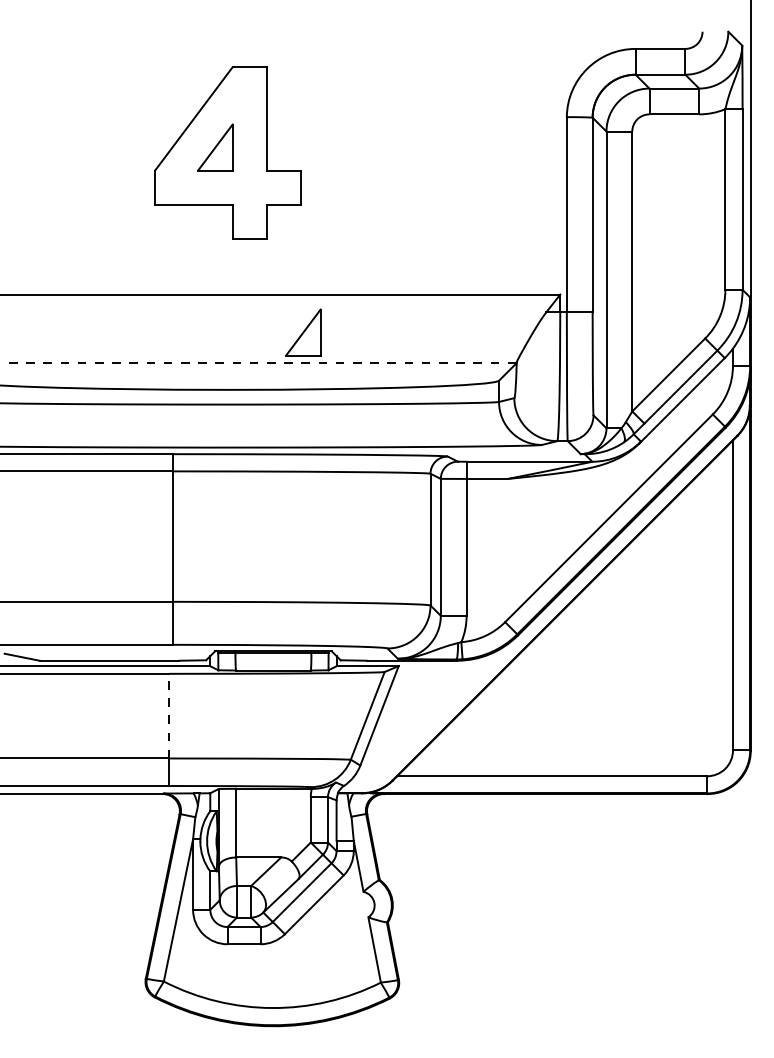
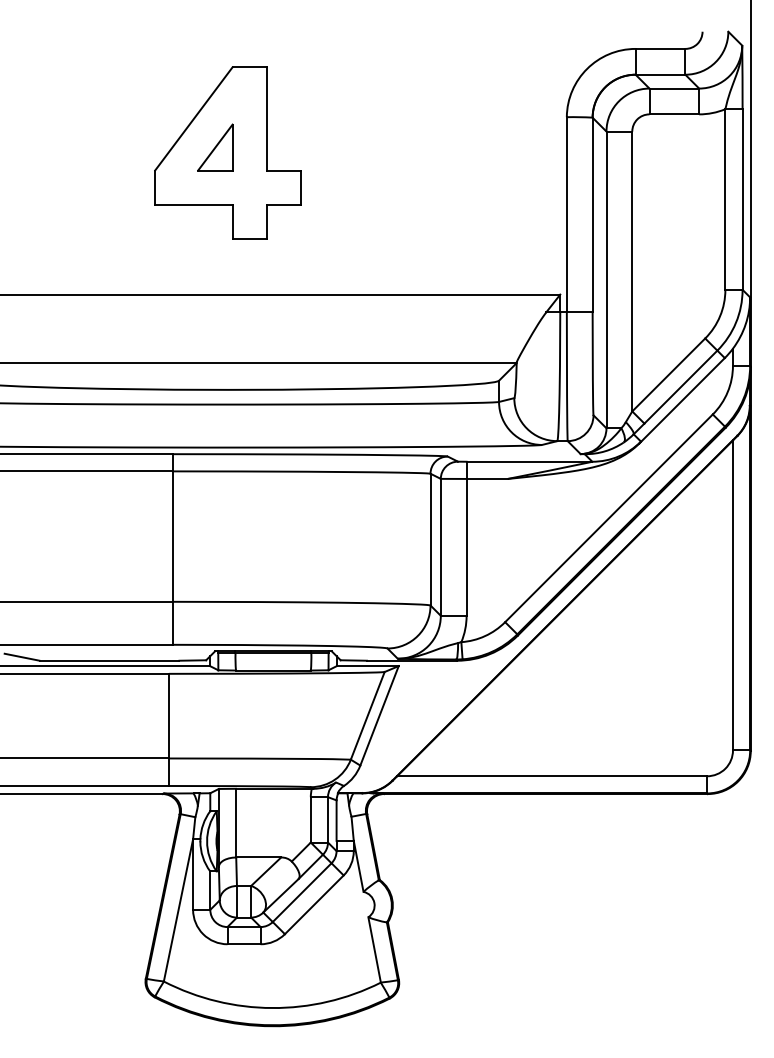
part at (303, 332): present -> none
line at (257, 363): dashed -> solid
line at (168, 715): dashed -> solid
